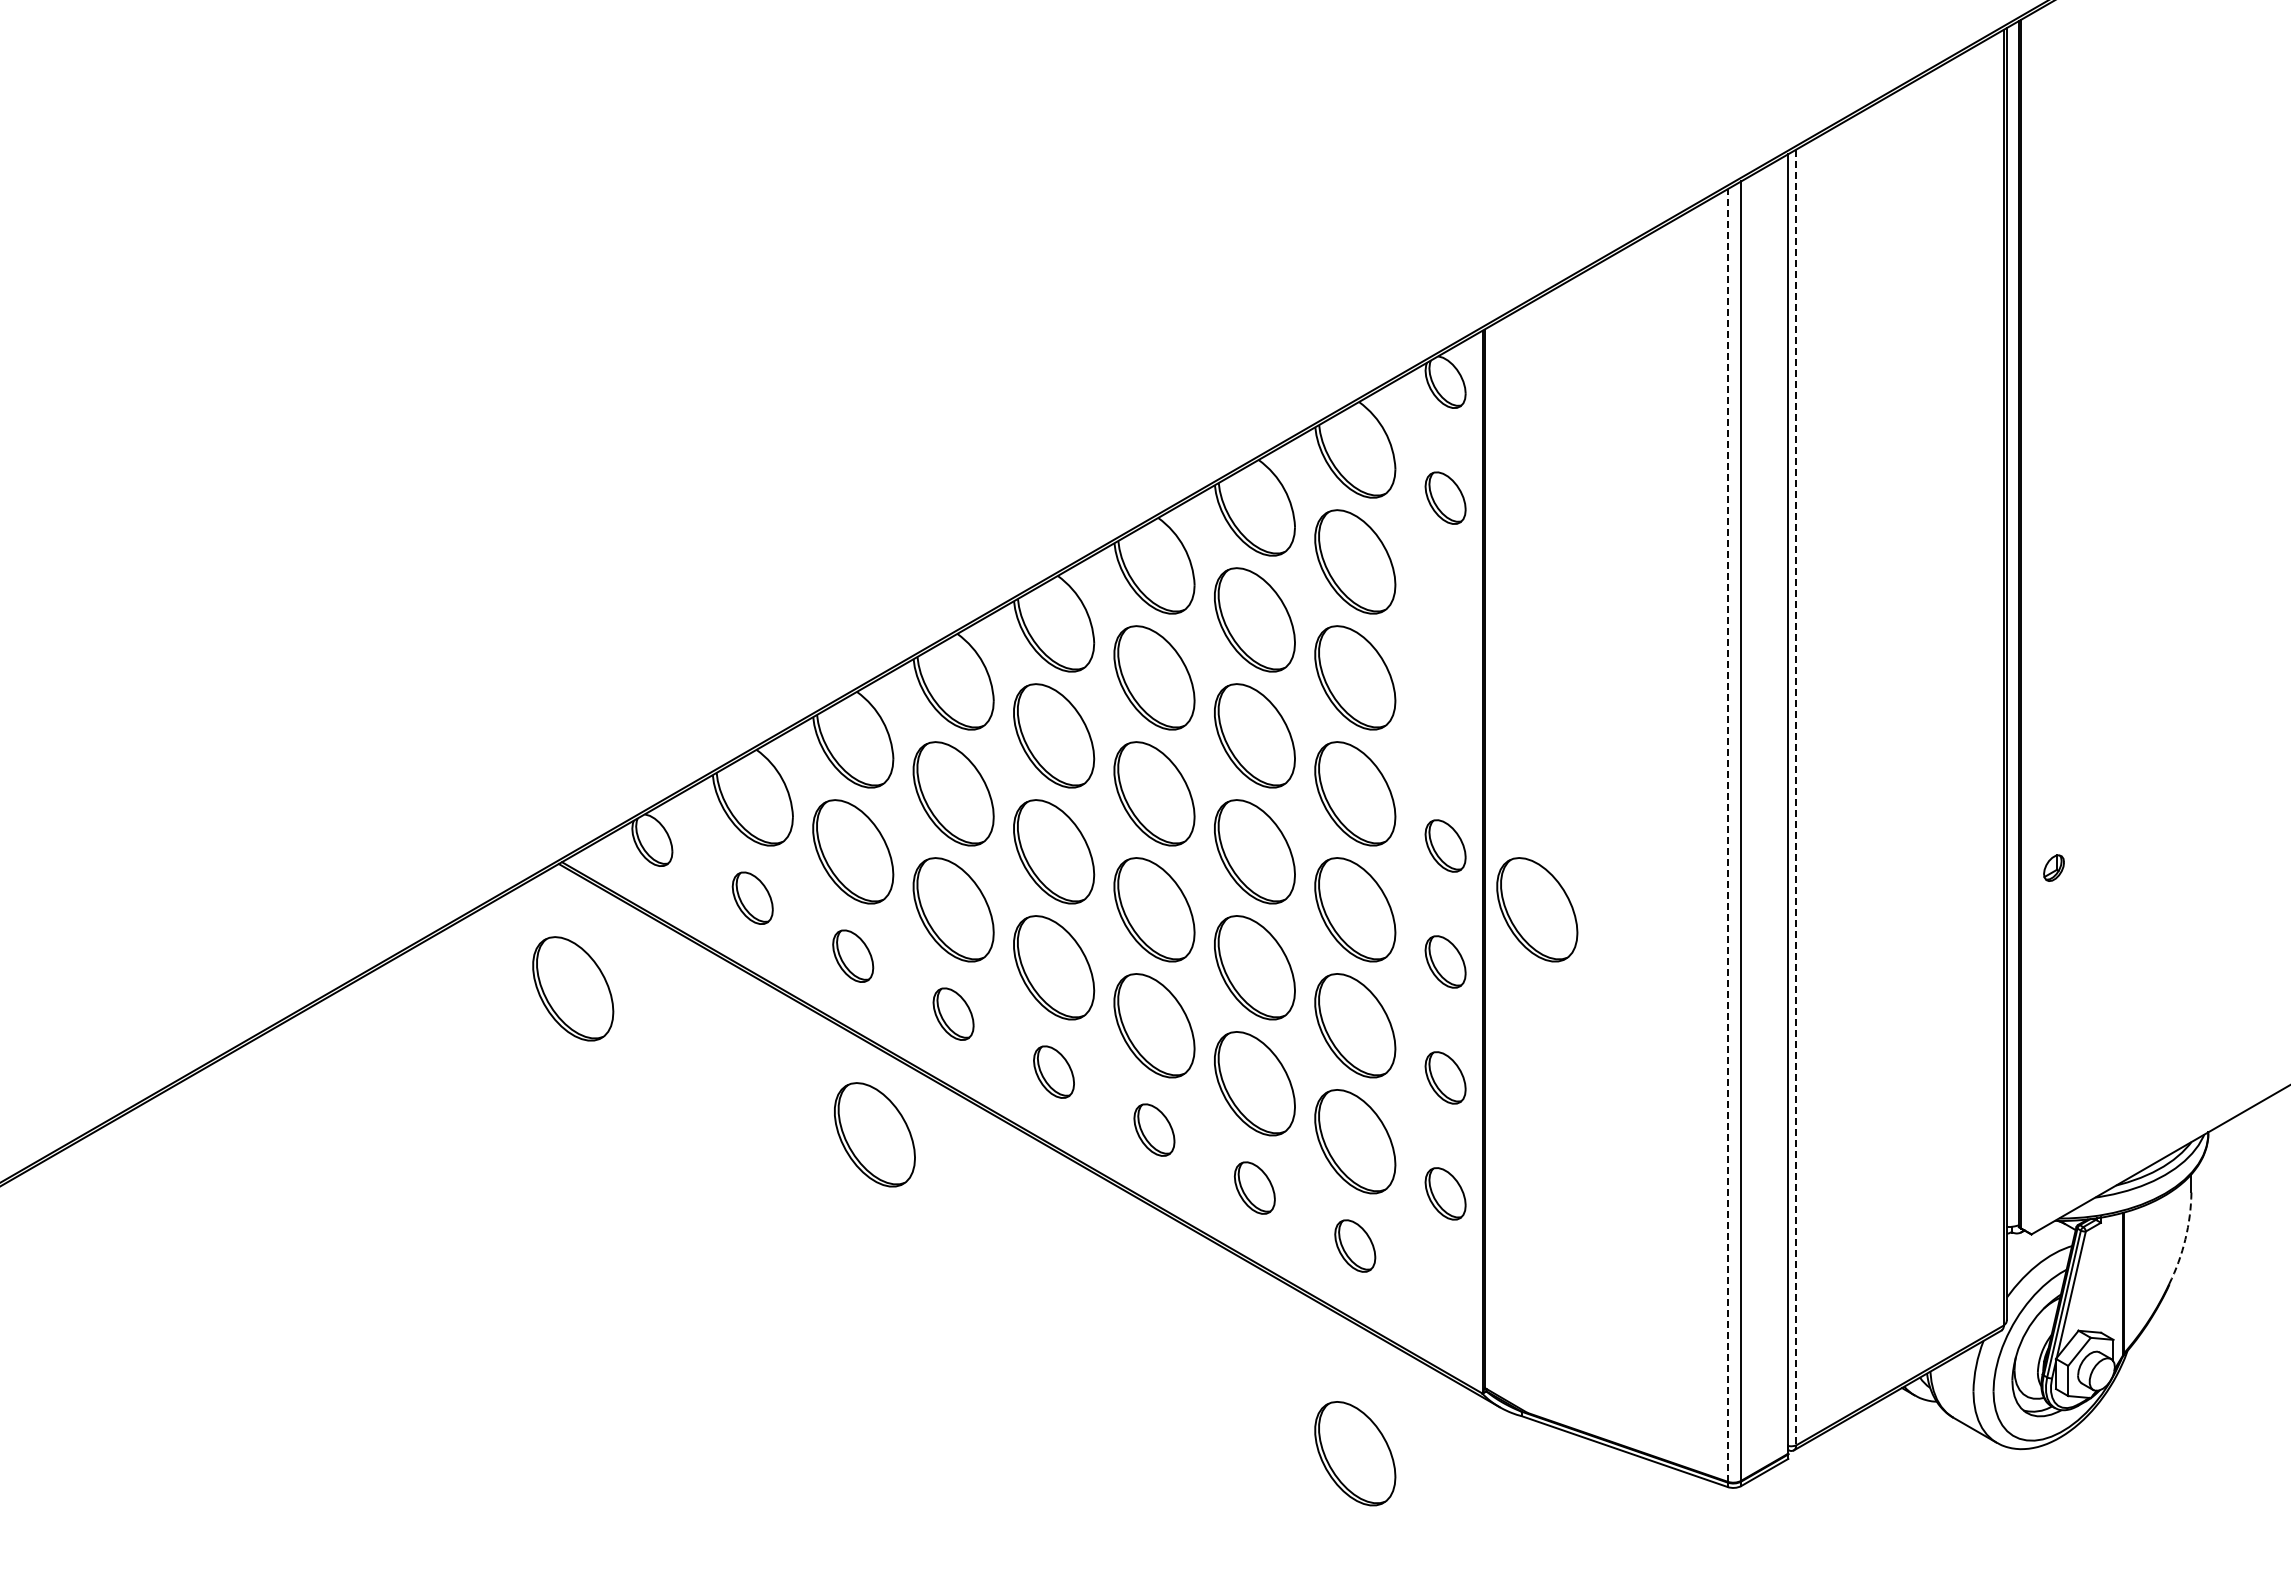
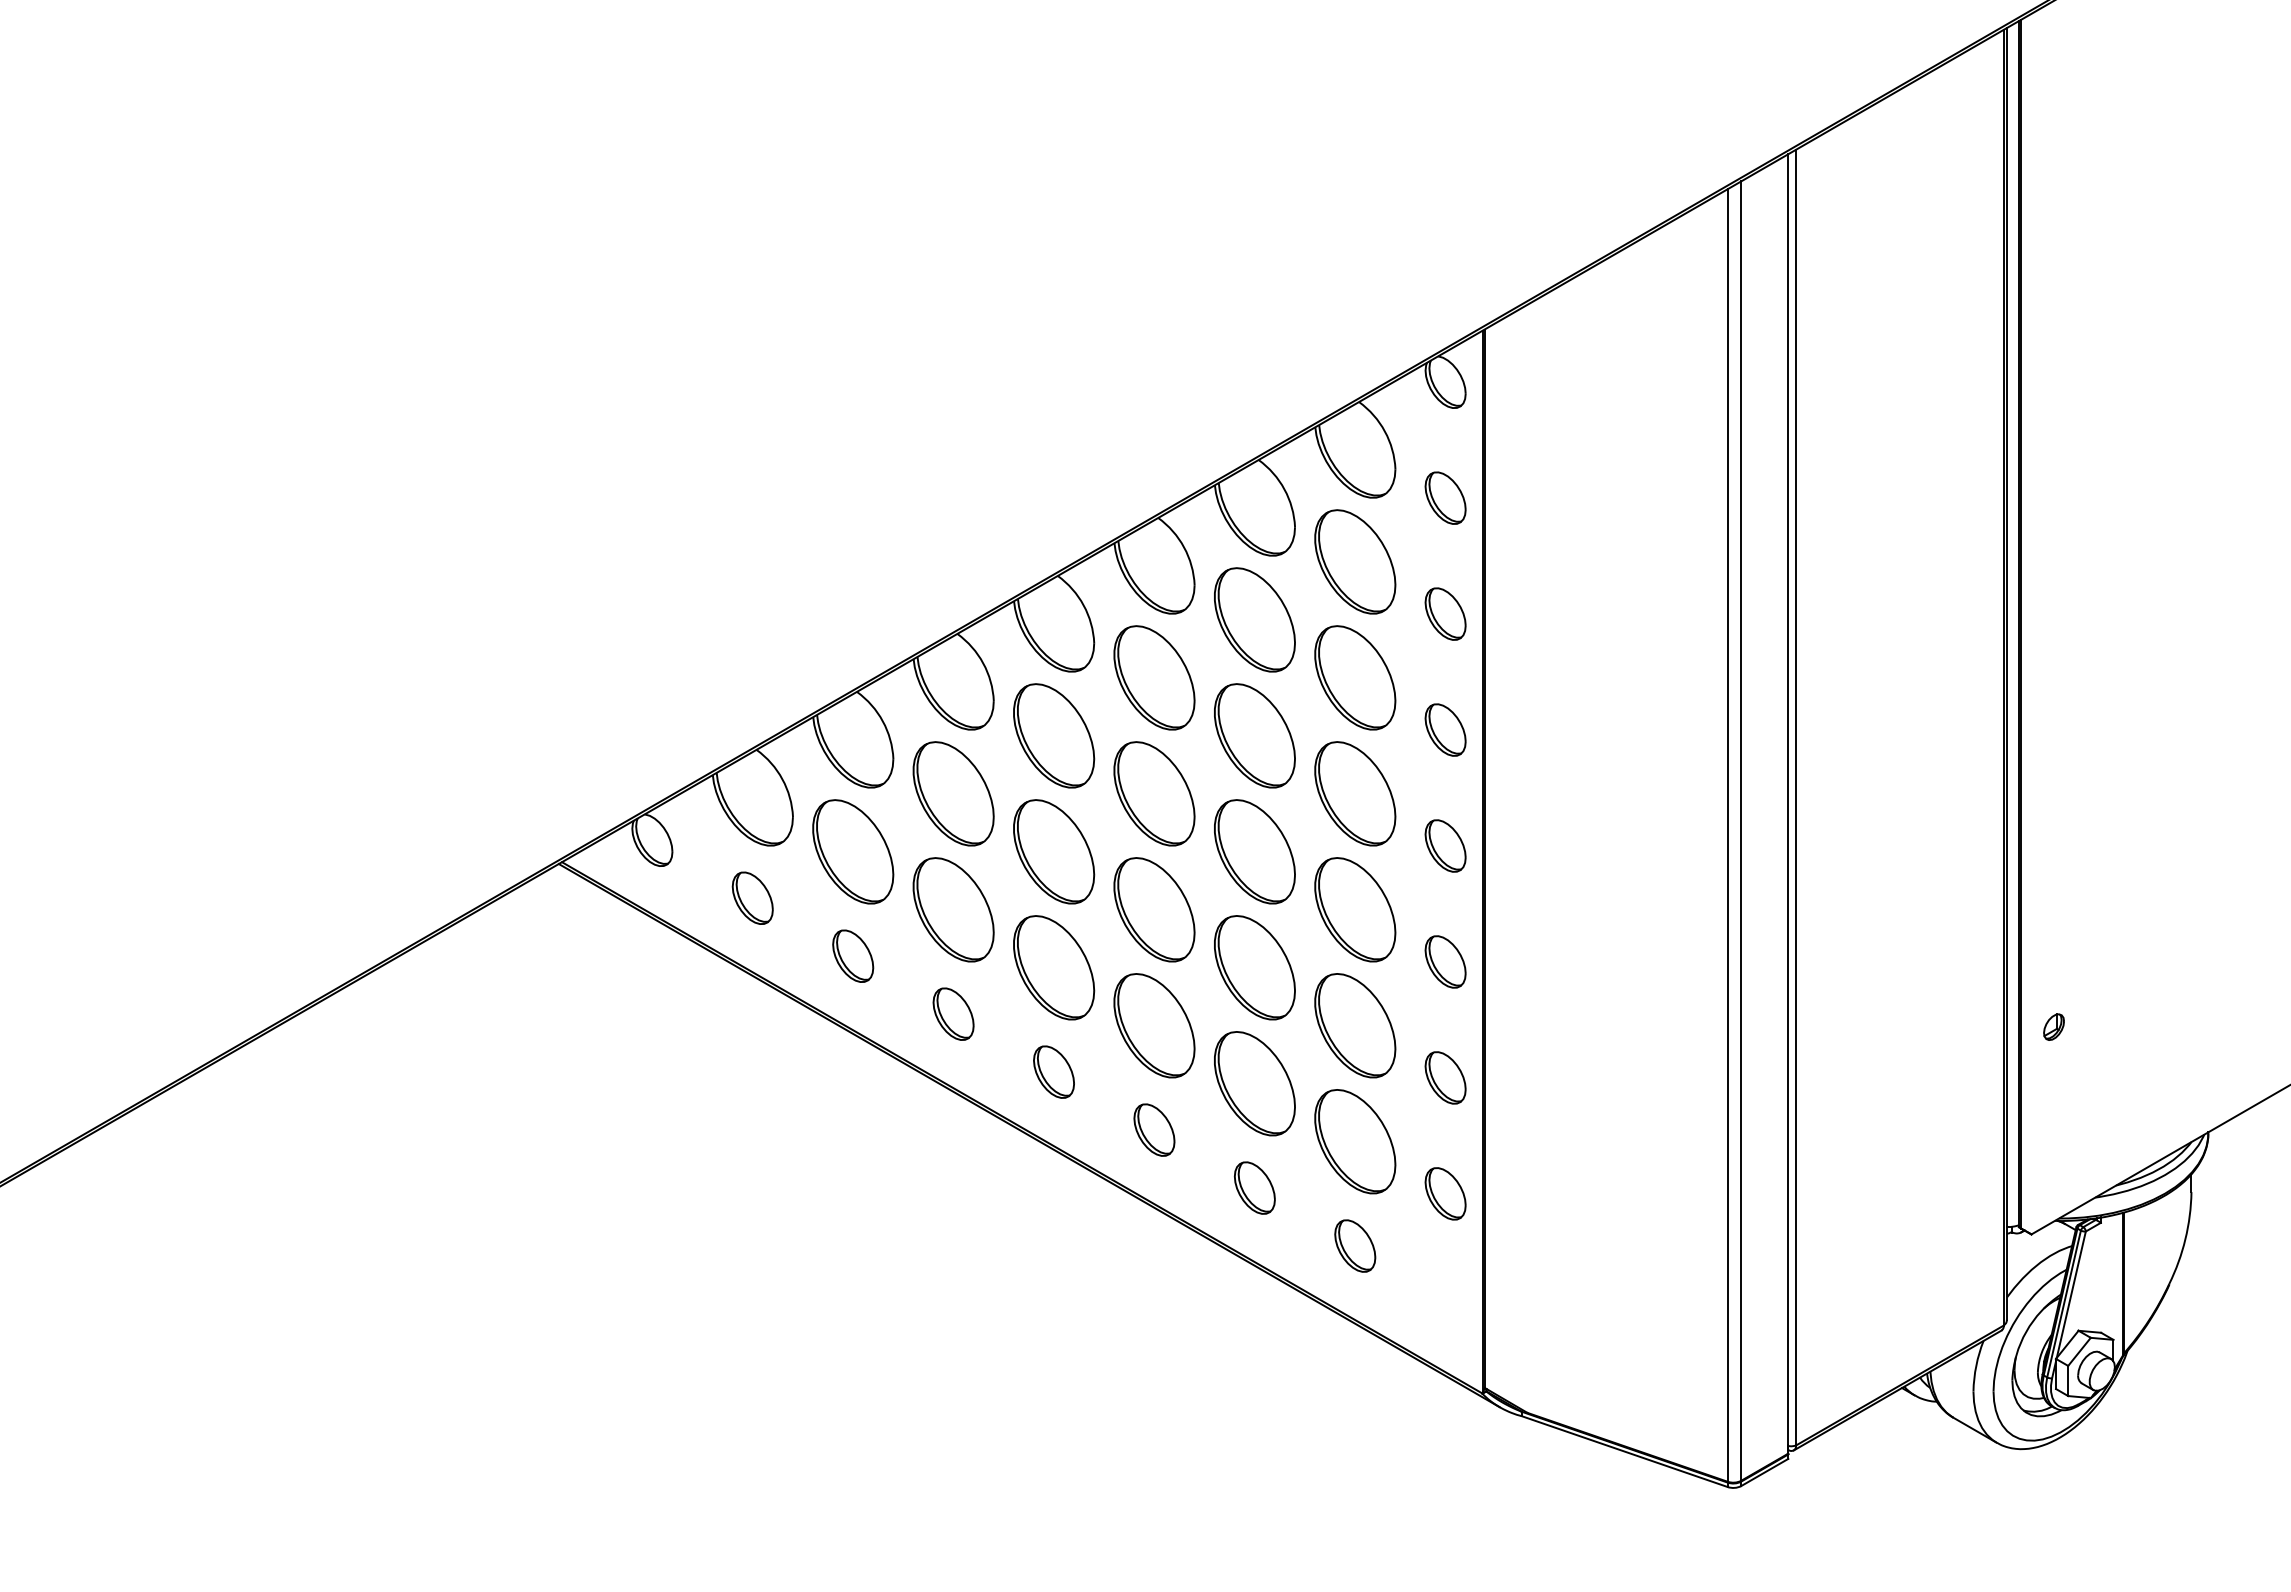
part at (1445, 613): none -> present
part at (1445, 729): none -> present
line at (1796, 797): dashed -> solid
line at (1727, 834): dashed -> solid
part at (2053, 867) position: (2053, 867) -> (2053, 1026)
part at (1537, 909): present -> none
part at (573, 988): present -> none
part at (874, 1134): present -> none
arc at (2185, 1239): dashed -> solid
part at (1355, 1453): present -> none
